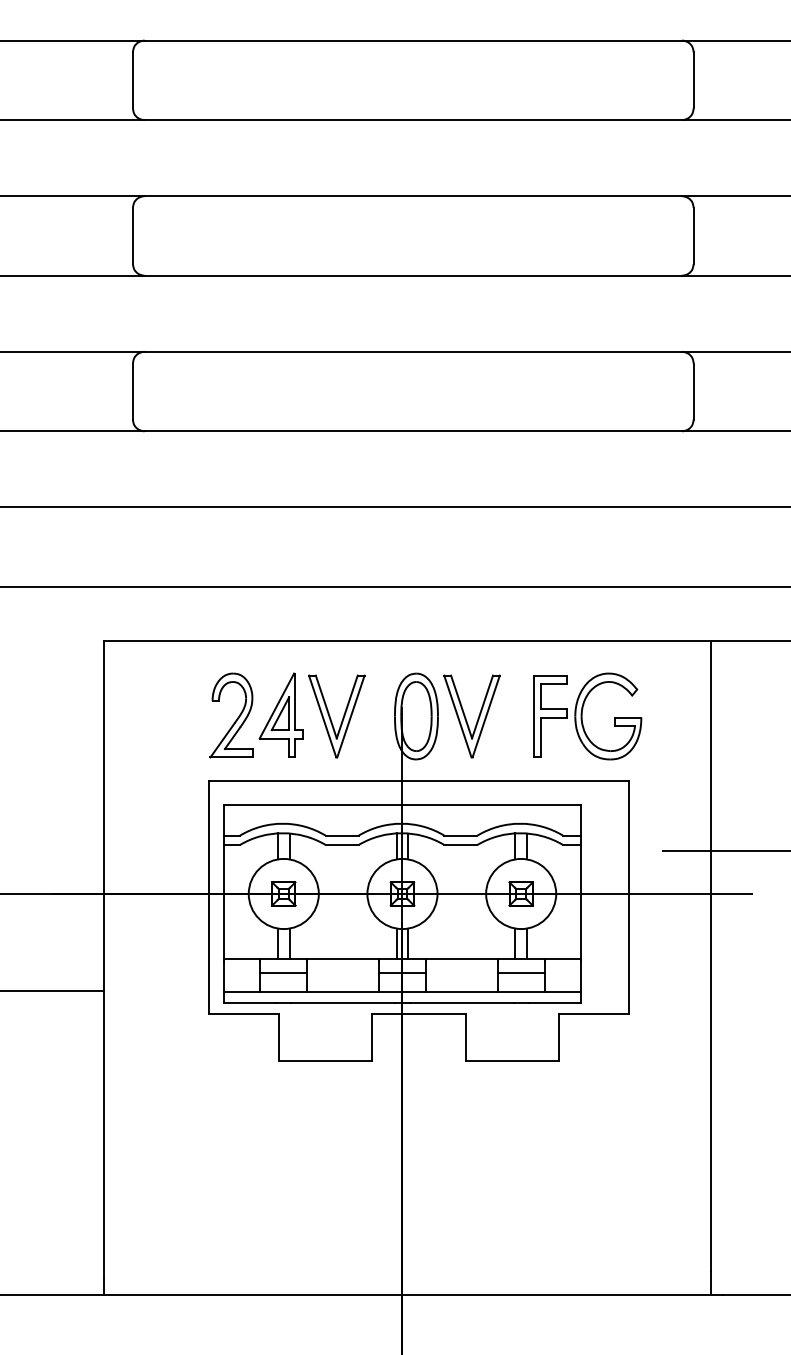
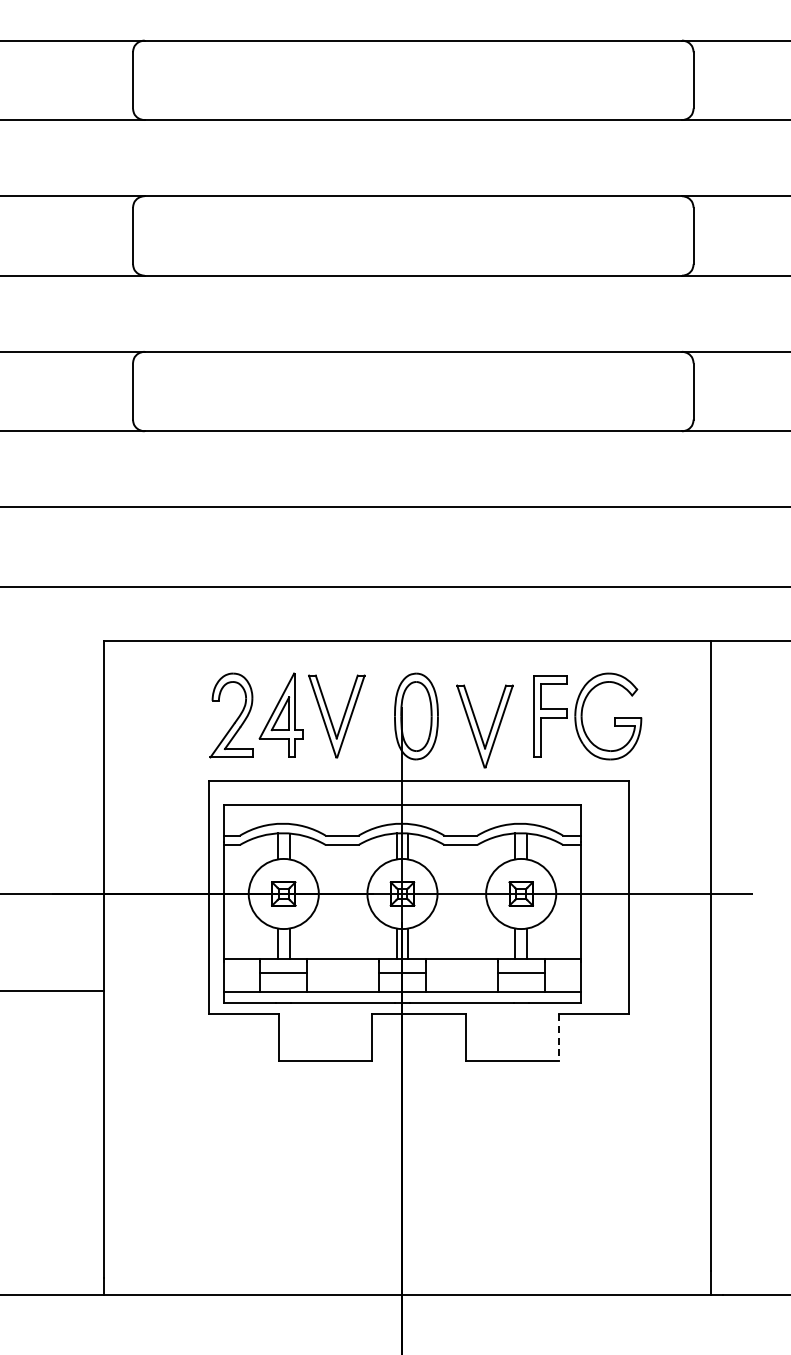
part at (471, 716) position: (471, 716) -> (484, 726)
line at (724, 851): present -> none
line at (559, 1038): solid -> dashed
